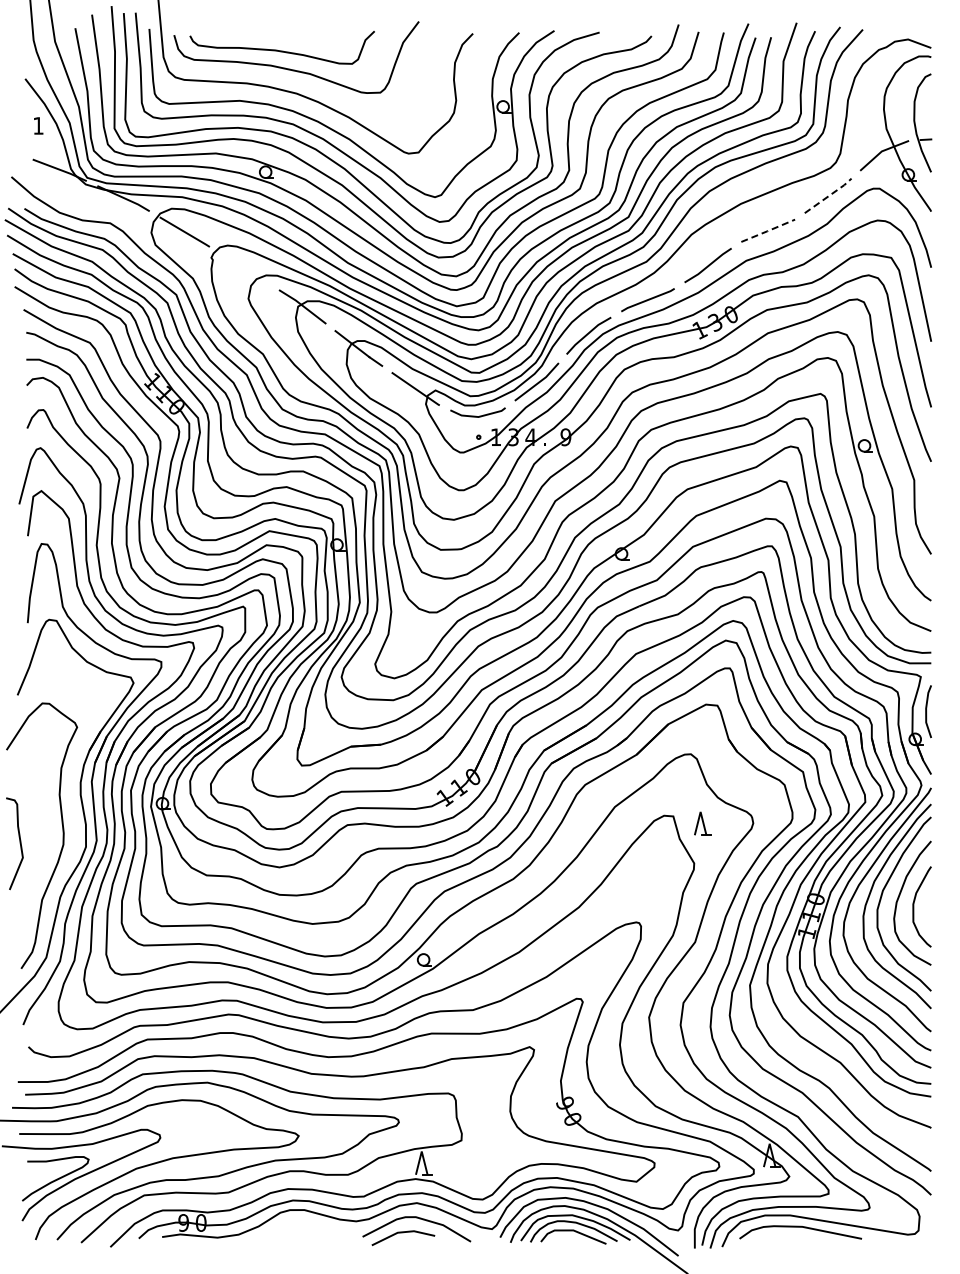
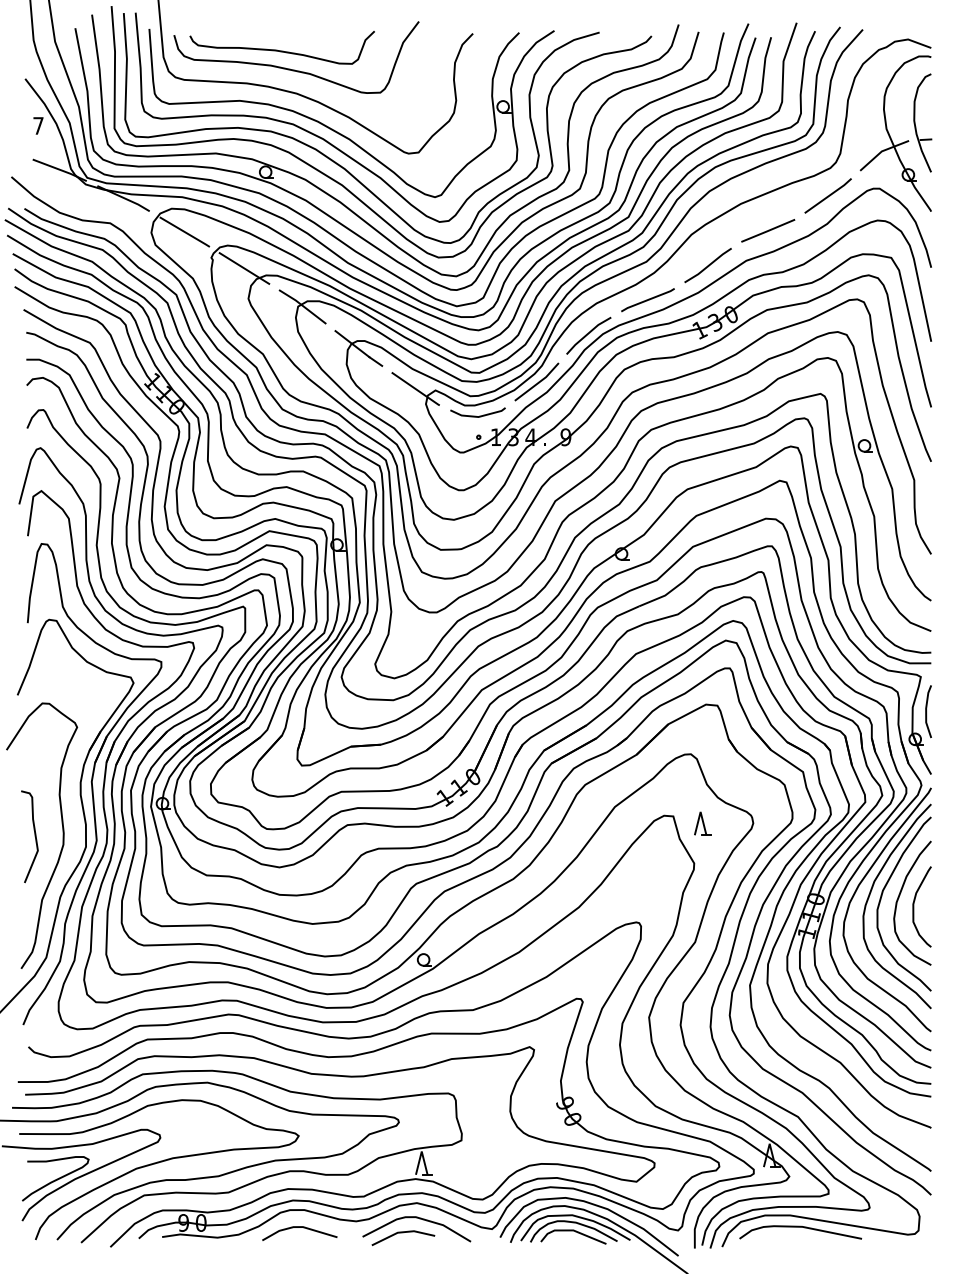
text at (38, 125): 1 -> 7
line at (828, 196): dashed -> solid
line at (768, 230): dashed -> solid
line at (244, 268): none -> present
curve at (19, 843) position: (19, 843) -> (34, 836)
line at (299, 1227): none -> present
